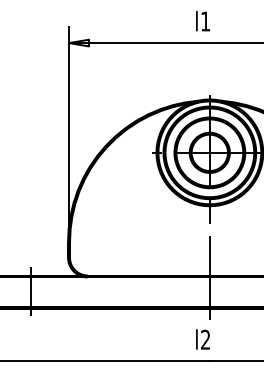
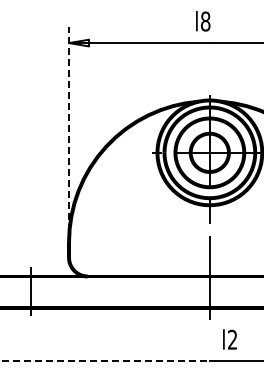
text at (205, 21): l1 -> l8
line at (69, 134): solid -> dashed
text at (202, 339) position: (202, 339) -> (229, 339)
line at (104, 361): solid -> dashed
